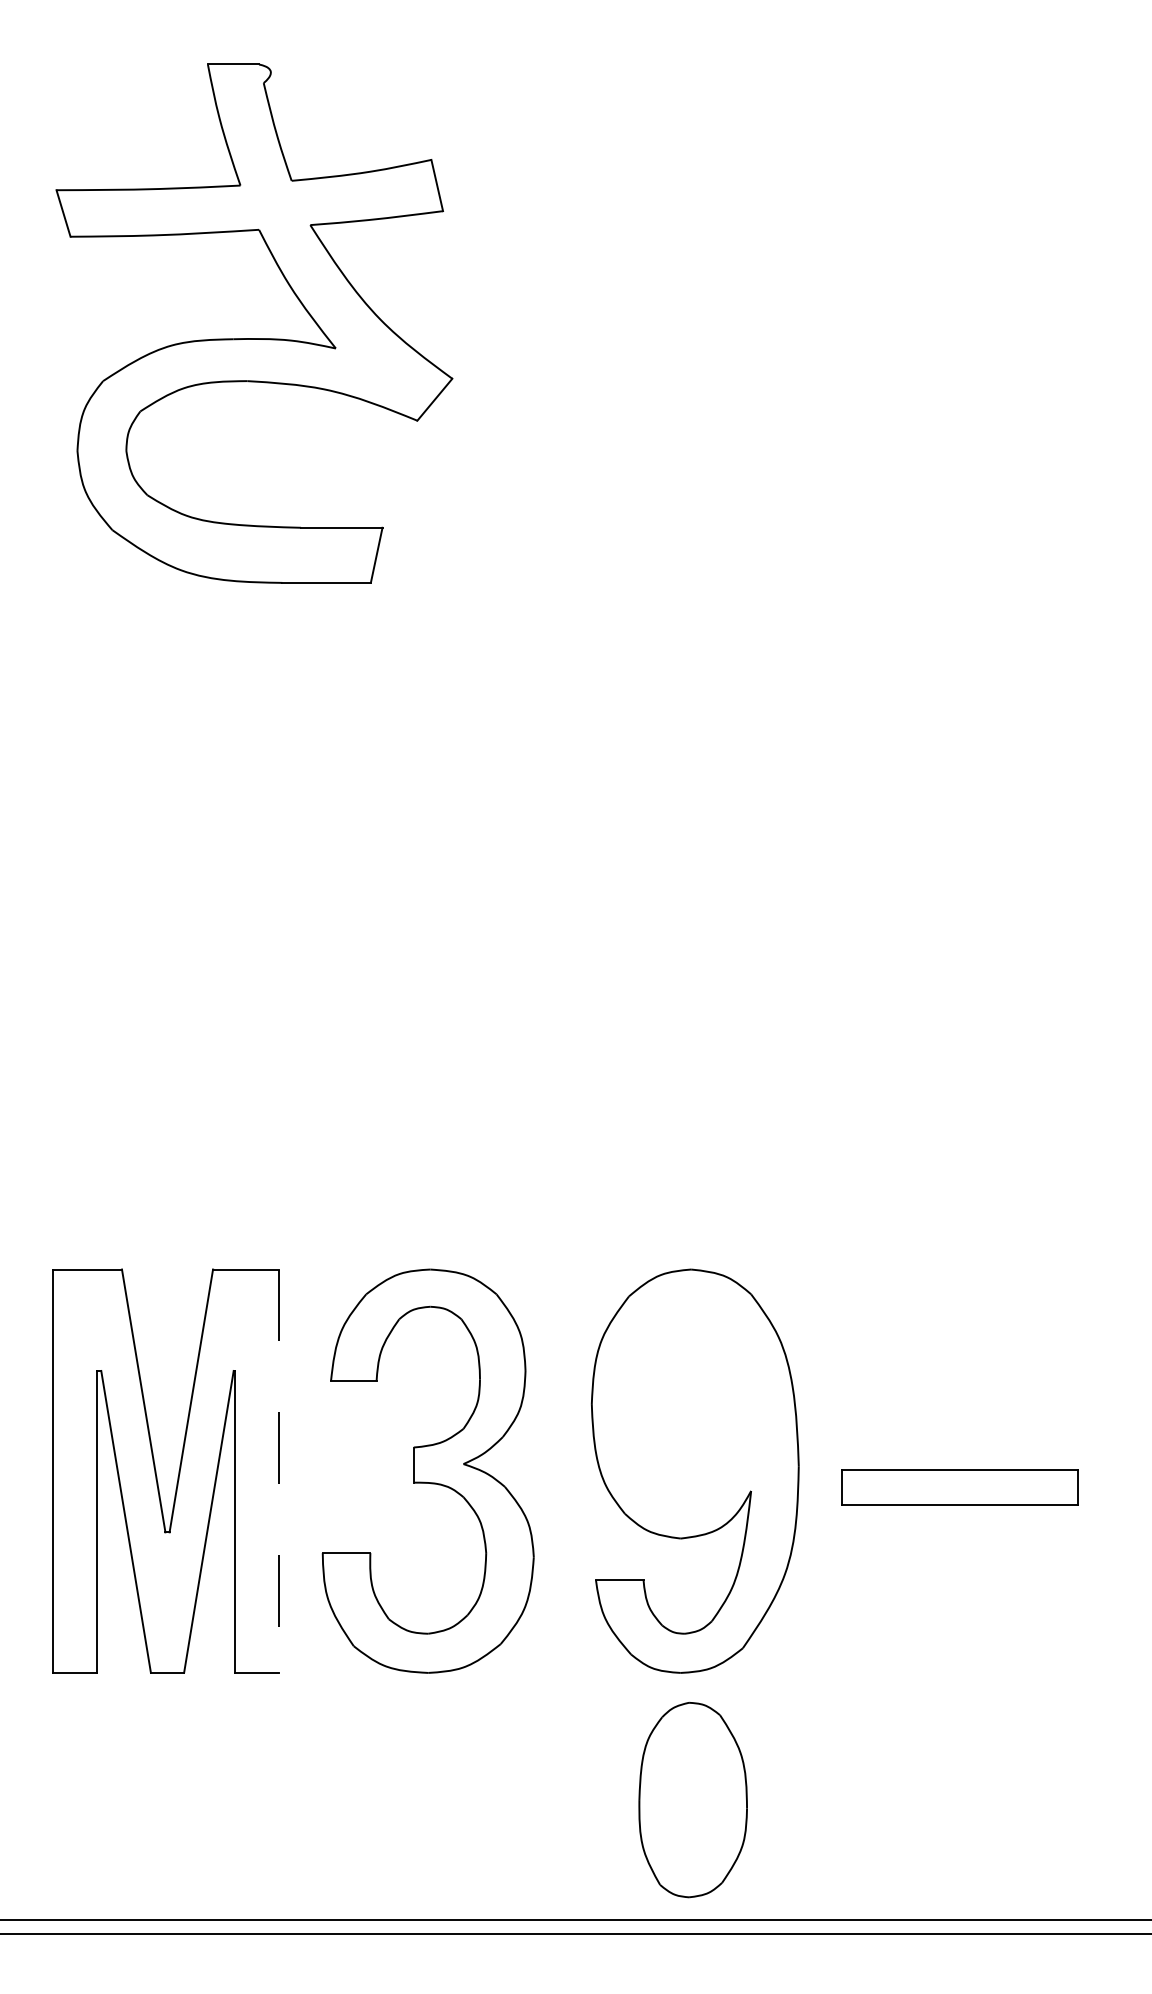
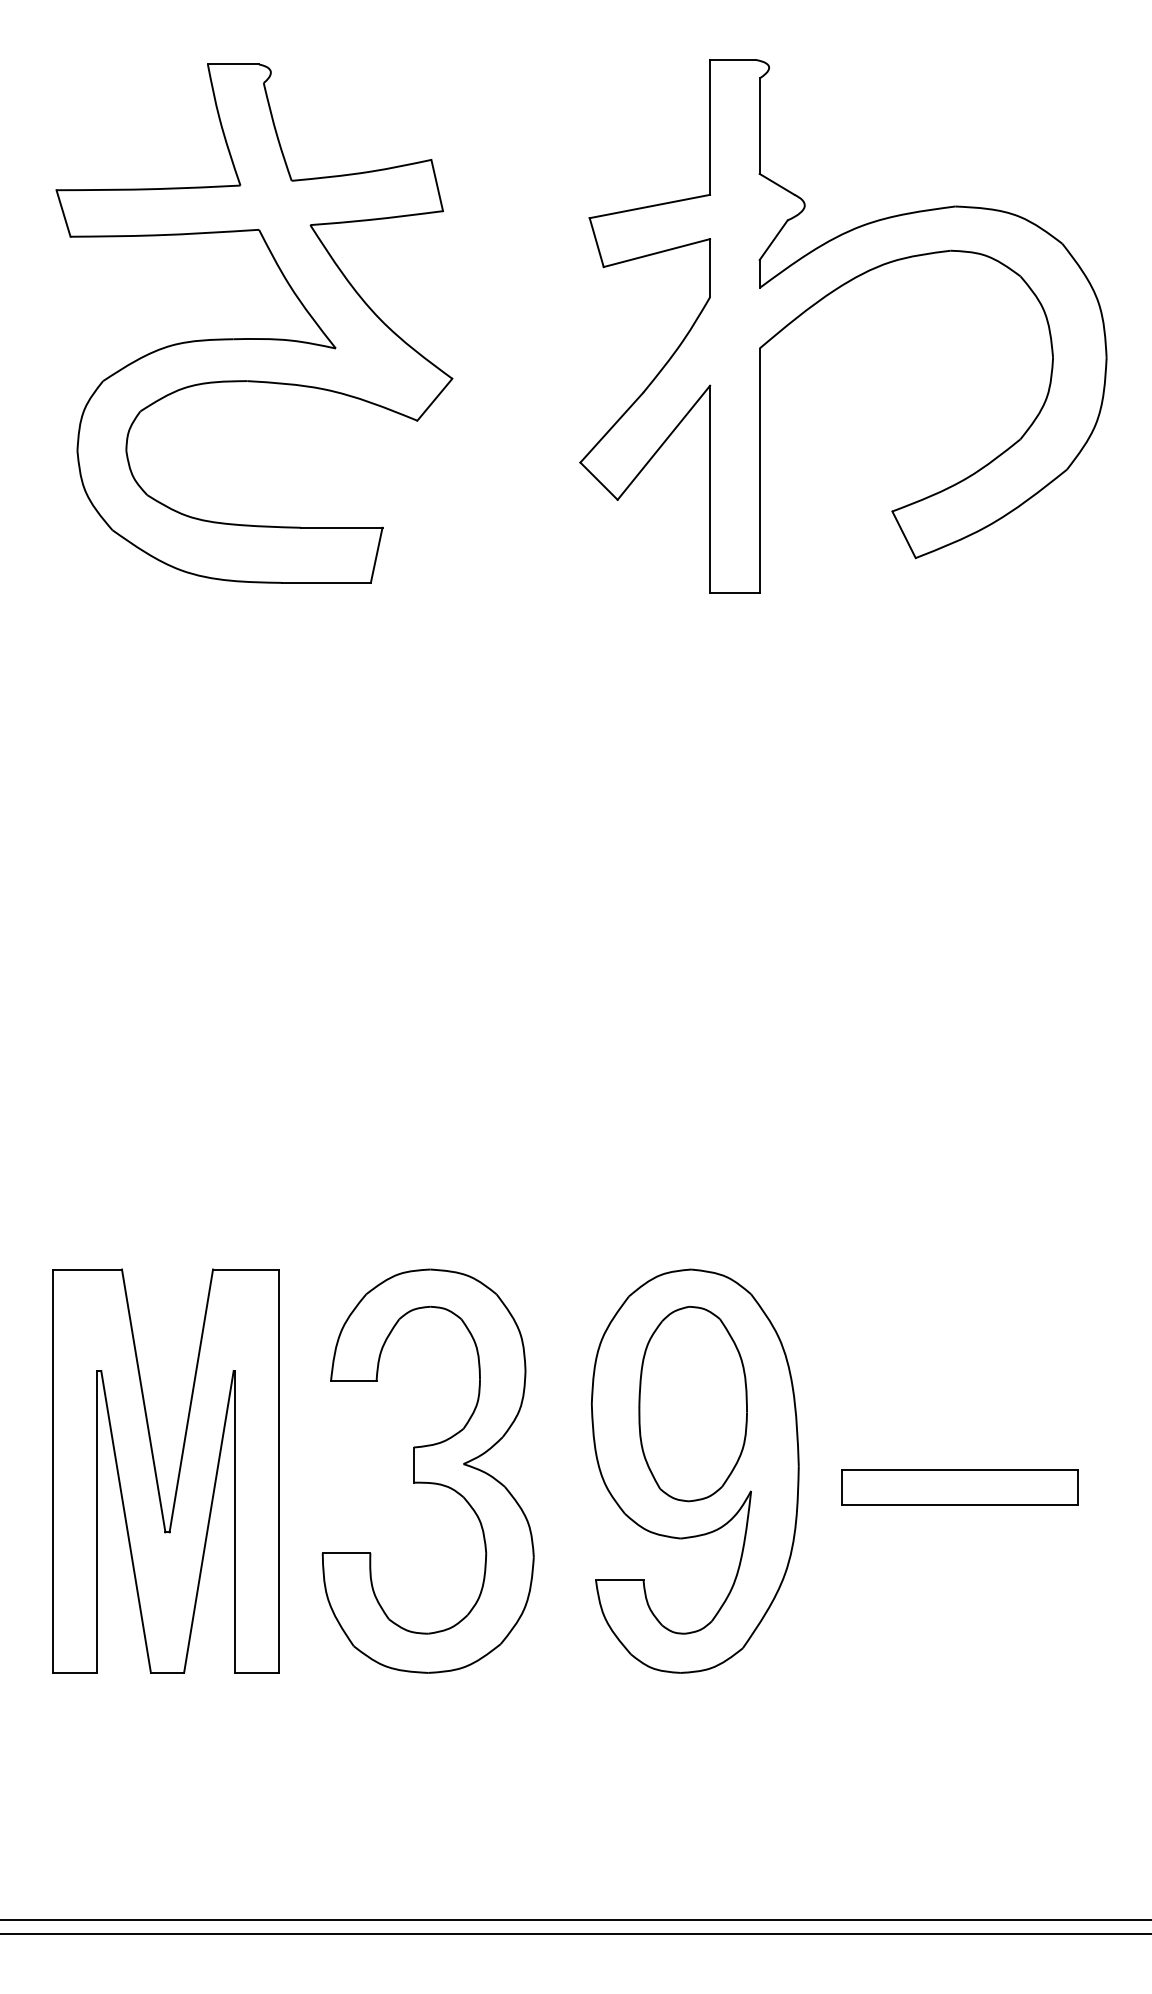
part at (823, 299): none -> present
line at (279, 1471): dashed -> solid
part at (692, 1799) position: (692, 1799) -> (692, 1403)
